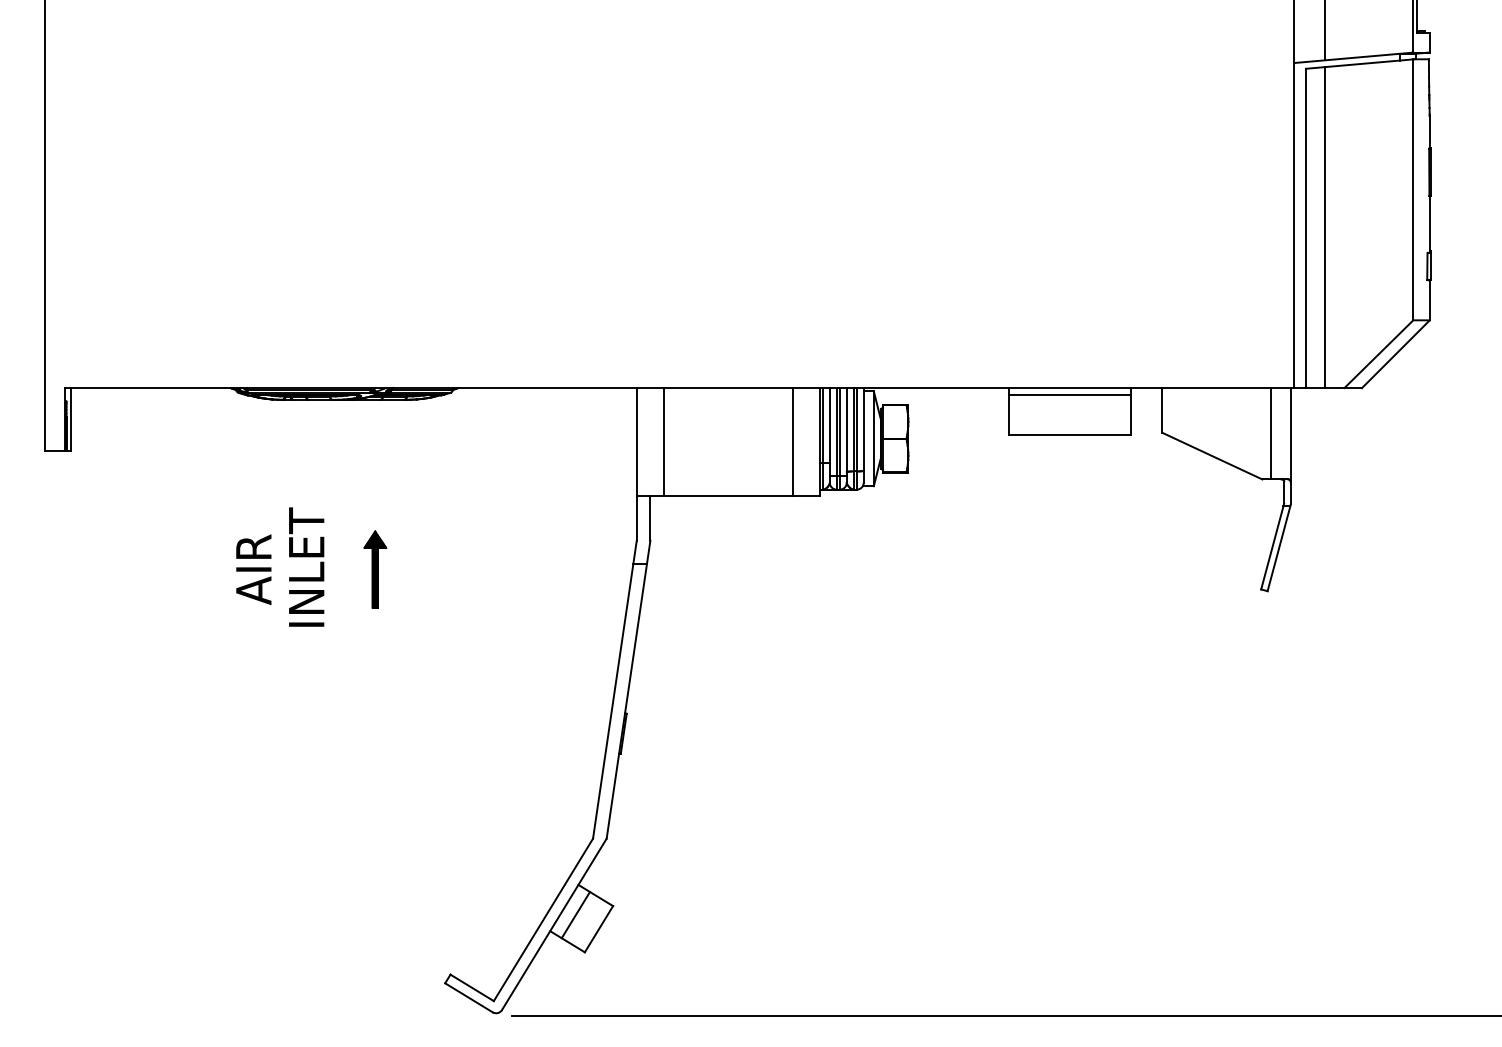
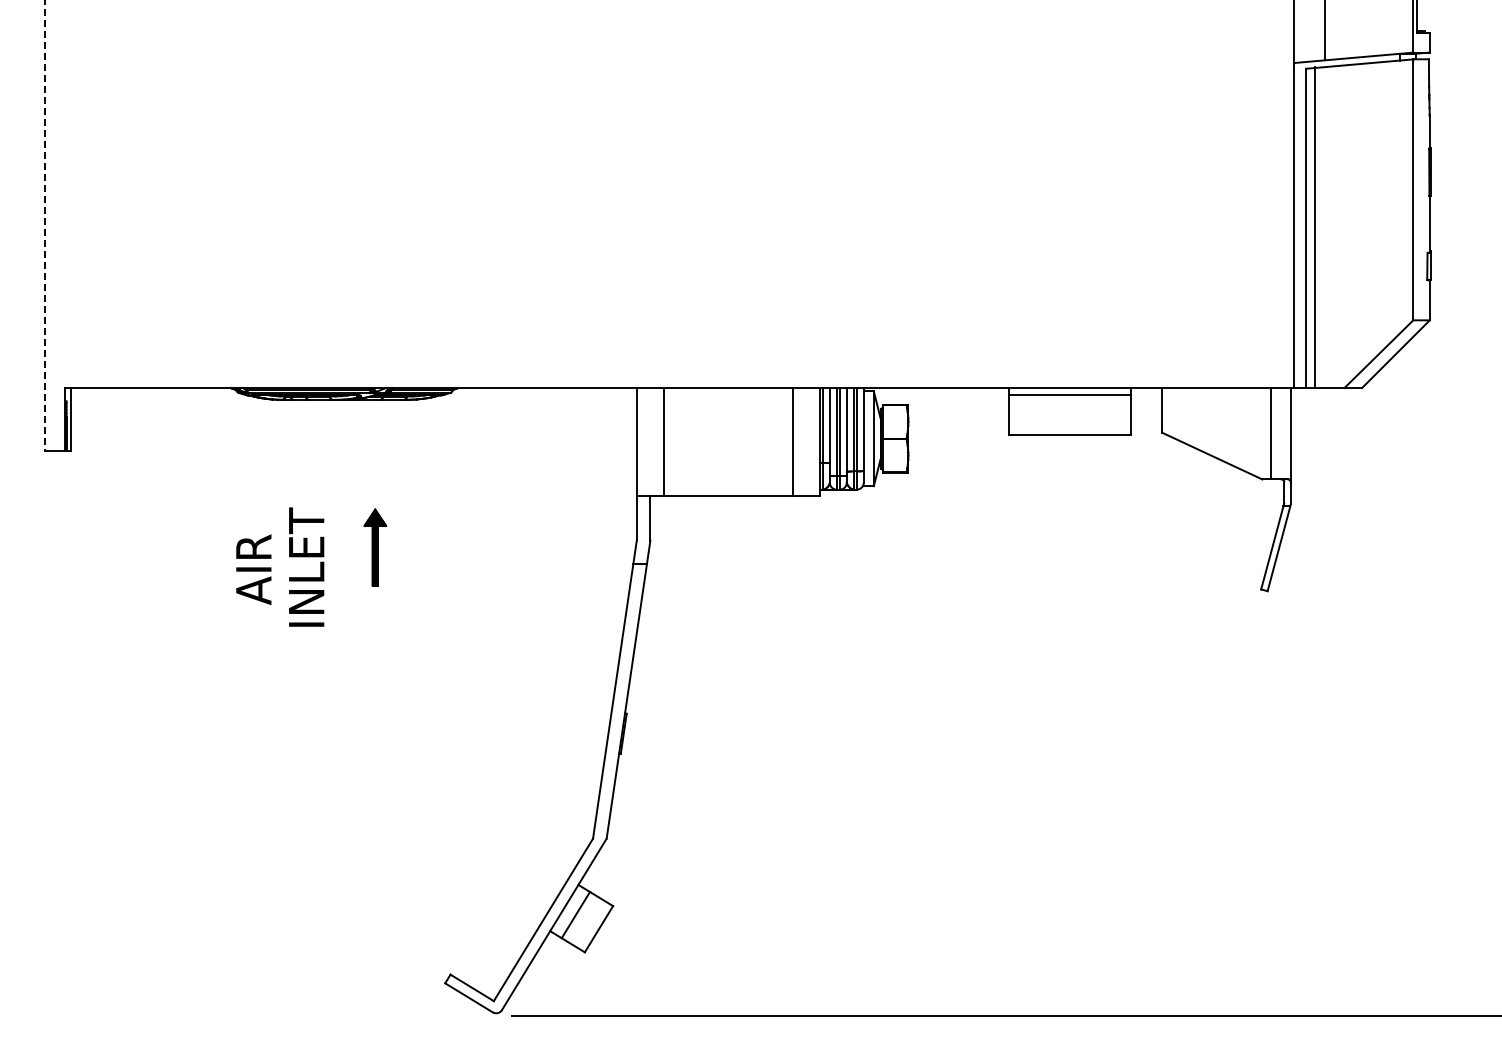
line at (45, 225): solid -> dashed
line at (1324, 227) position: (1324, 227) -> (1314, 227)
part at (375, 569) position: (375, 569) -> (375, 547)
